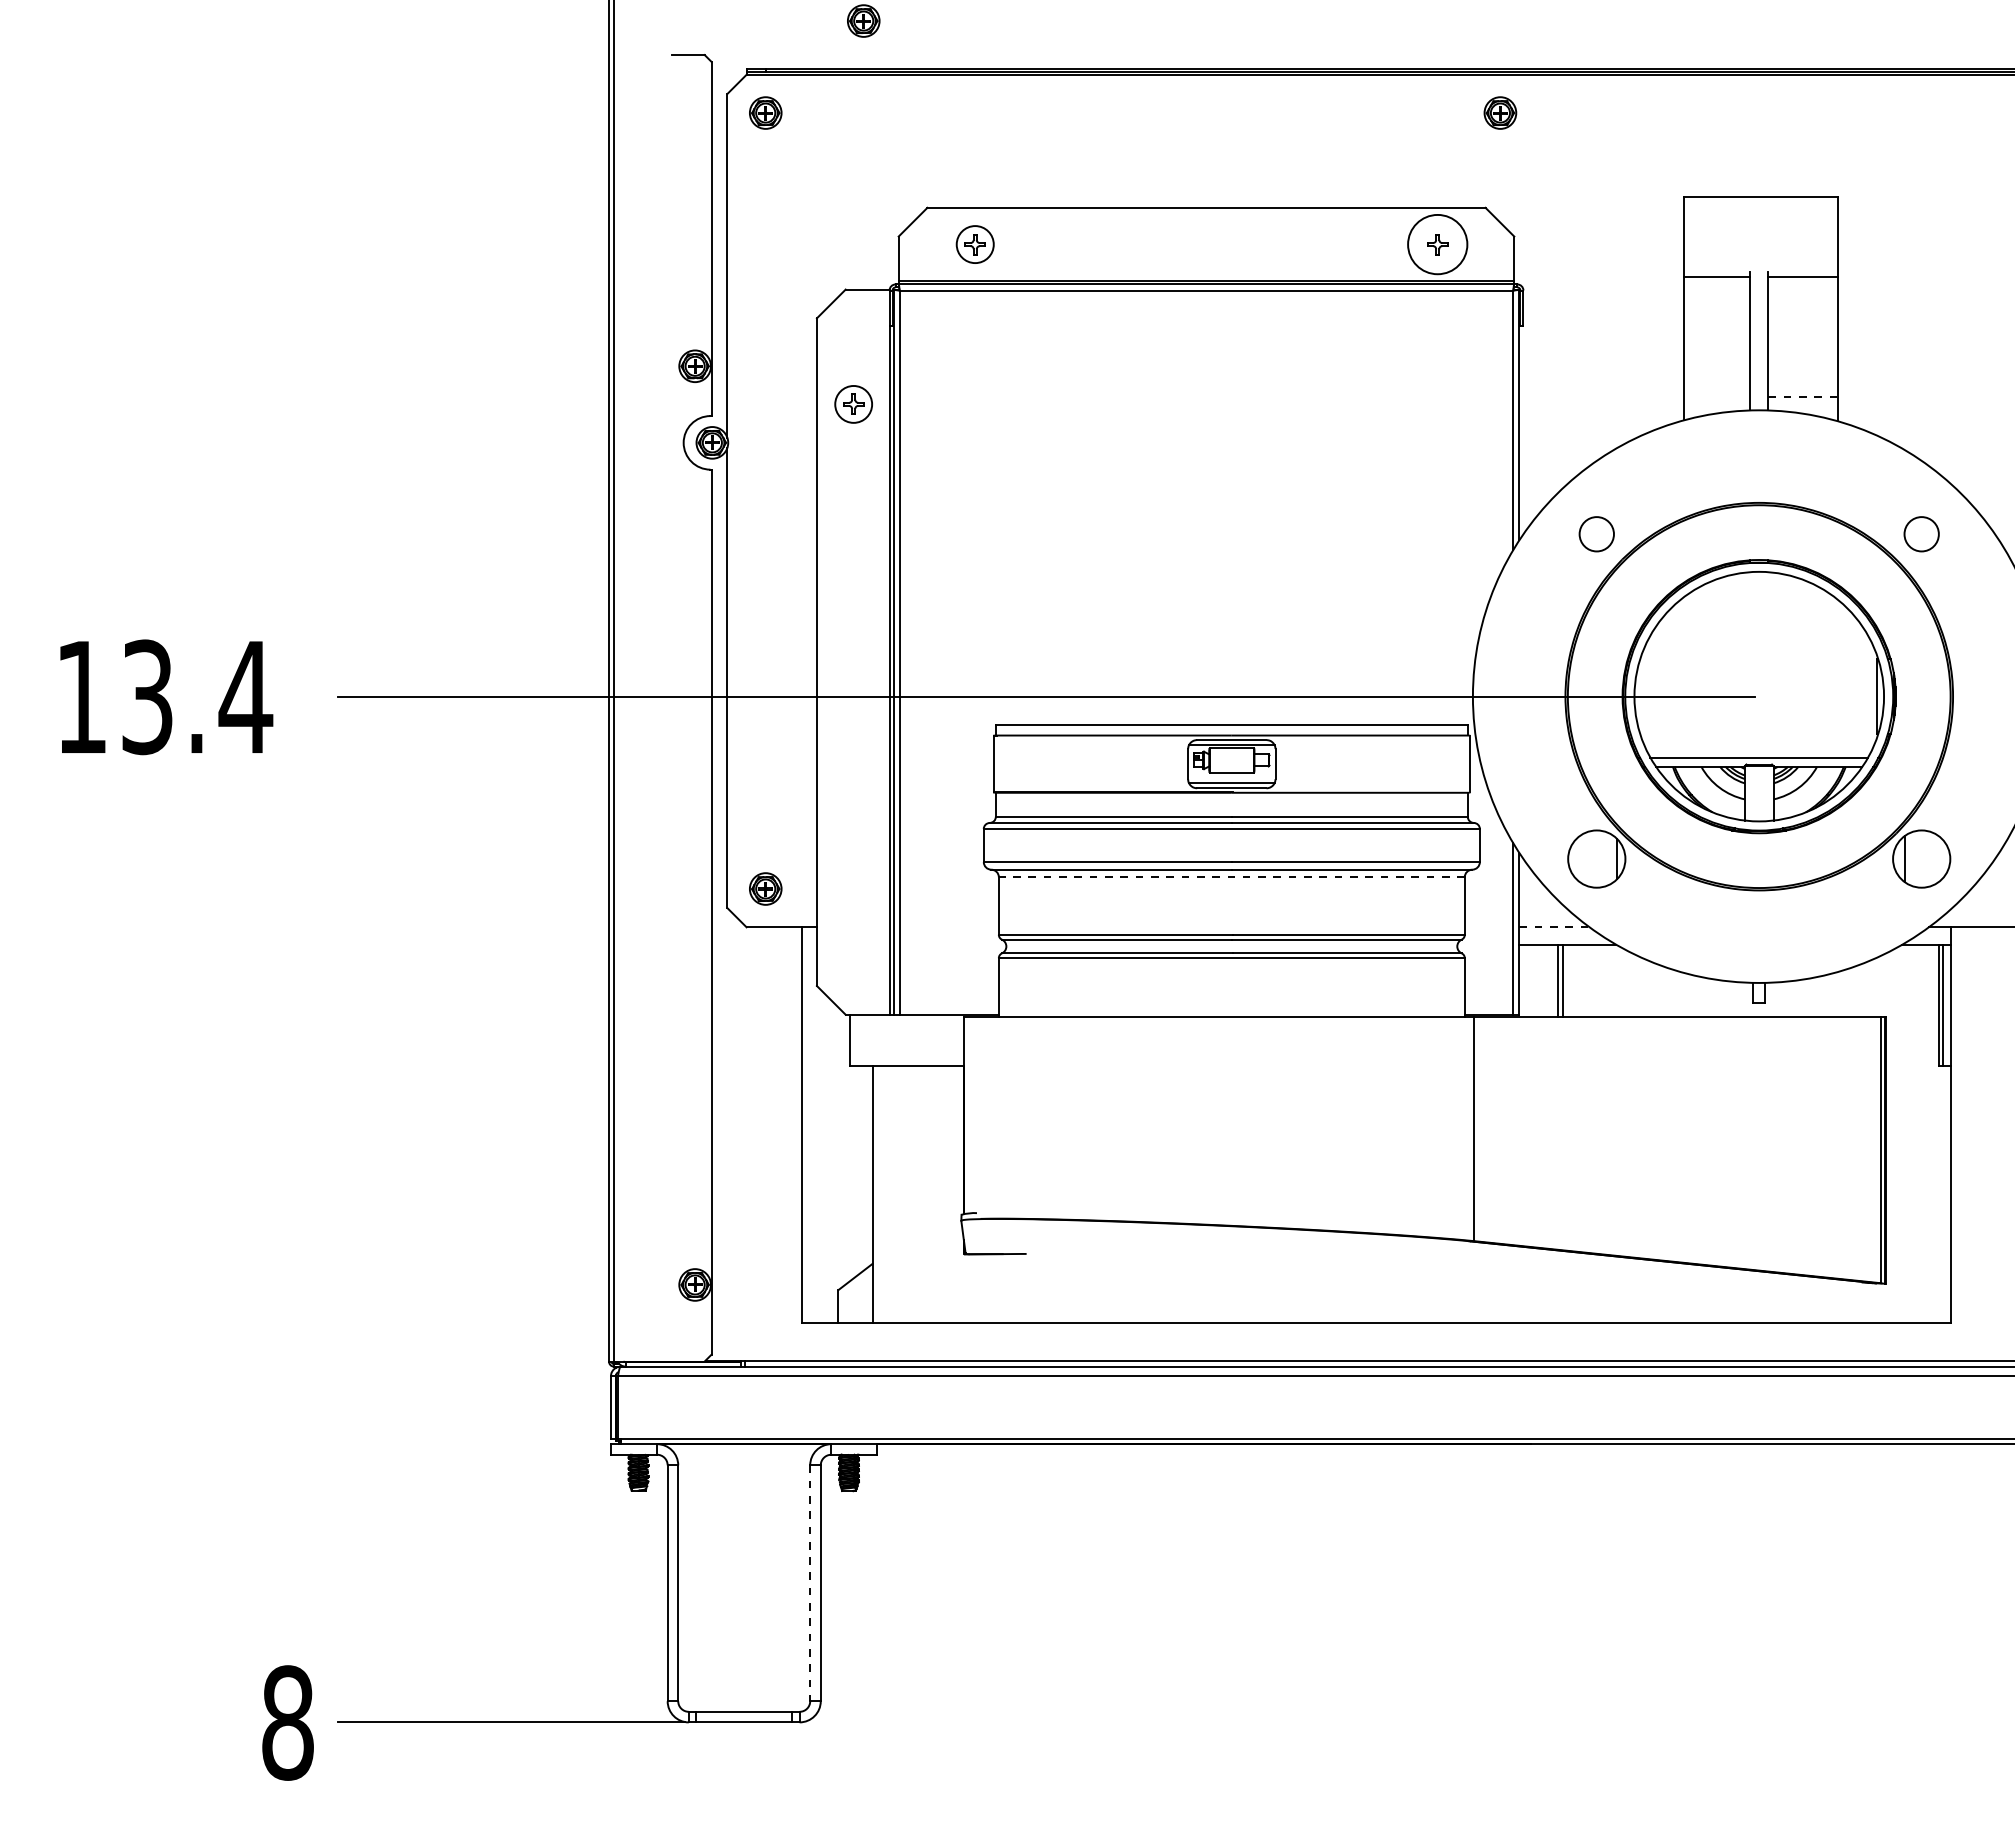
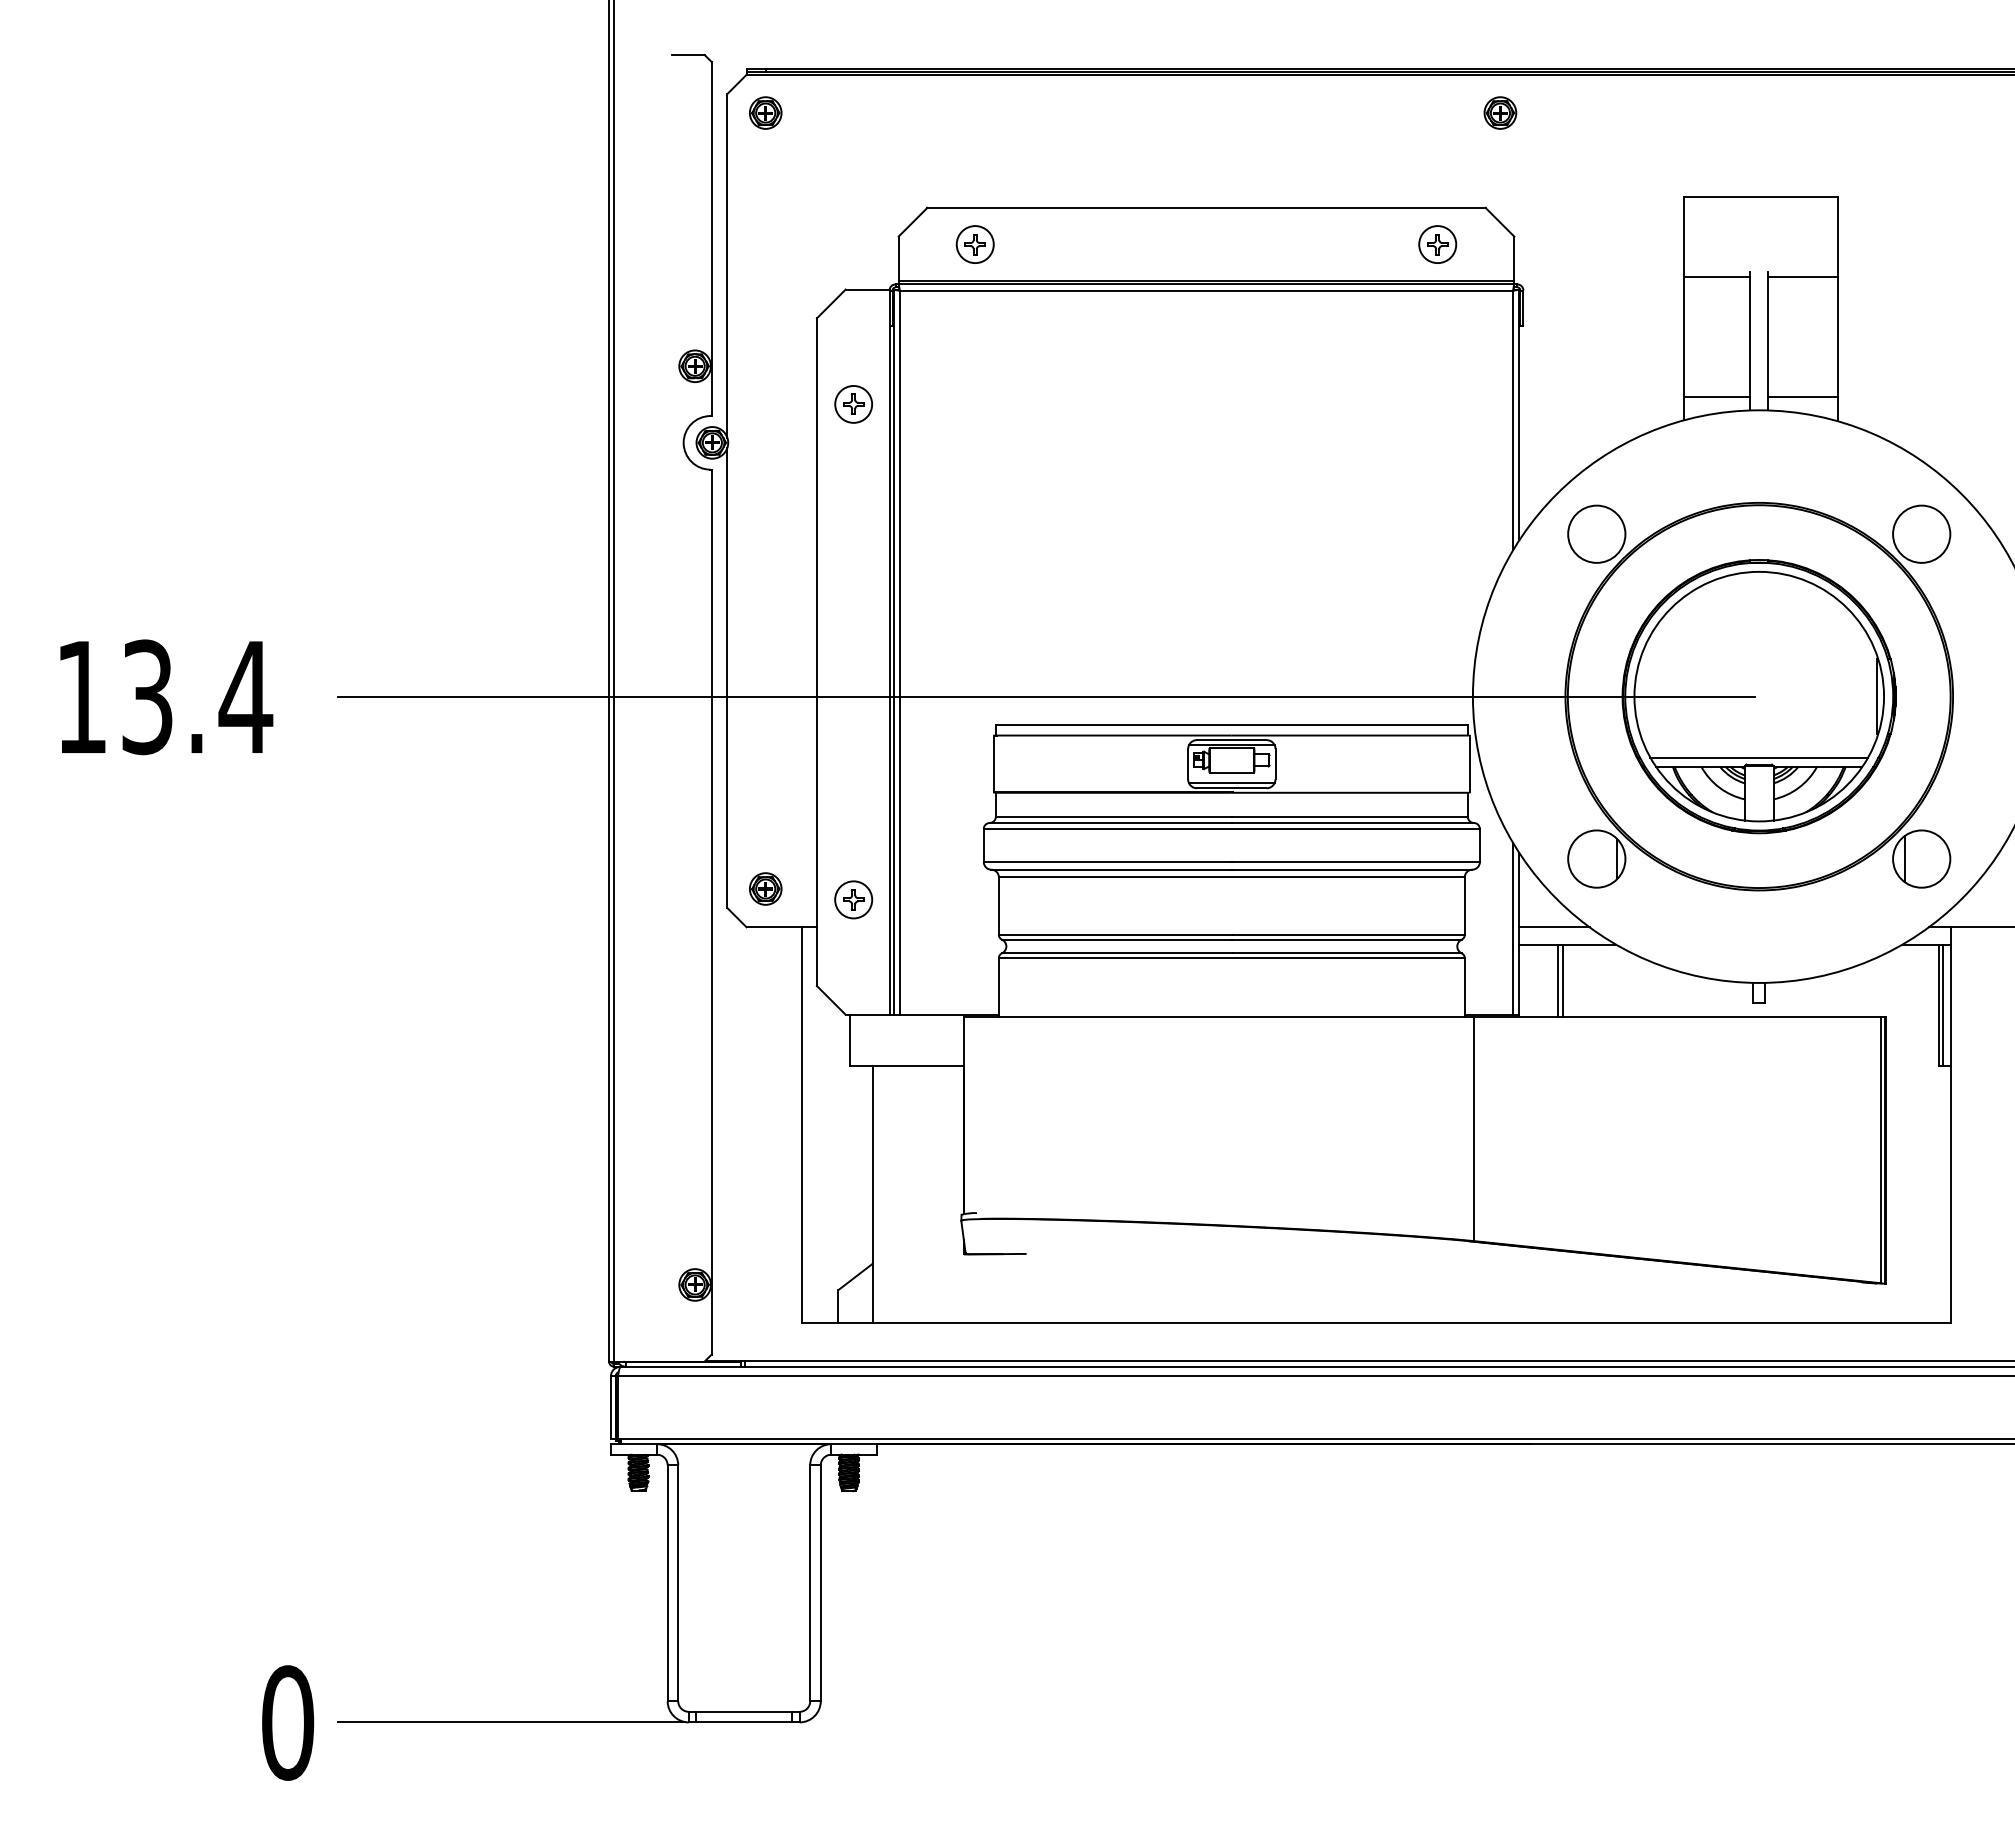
part at (863, 20): present -> none
circle at (1437, 244) diameter: 59 px -> 37 px
line at (1717, 396): none -> present
line at (1802, 396): dashed -> solid
circle at (1596, 534) diameter: 34 px -> 57 px
circle at (1921, 534) diameter: 34 px -> 57 px
line at (1231, 877): dashed -> solid
part at (853, 899): none -> present
line at (1555, 927): dashed -> solid
line at (810, 1583): dashed -> solid
text at (288, 1722): 8 -> 0
